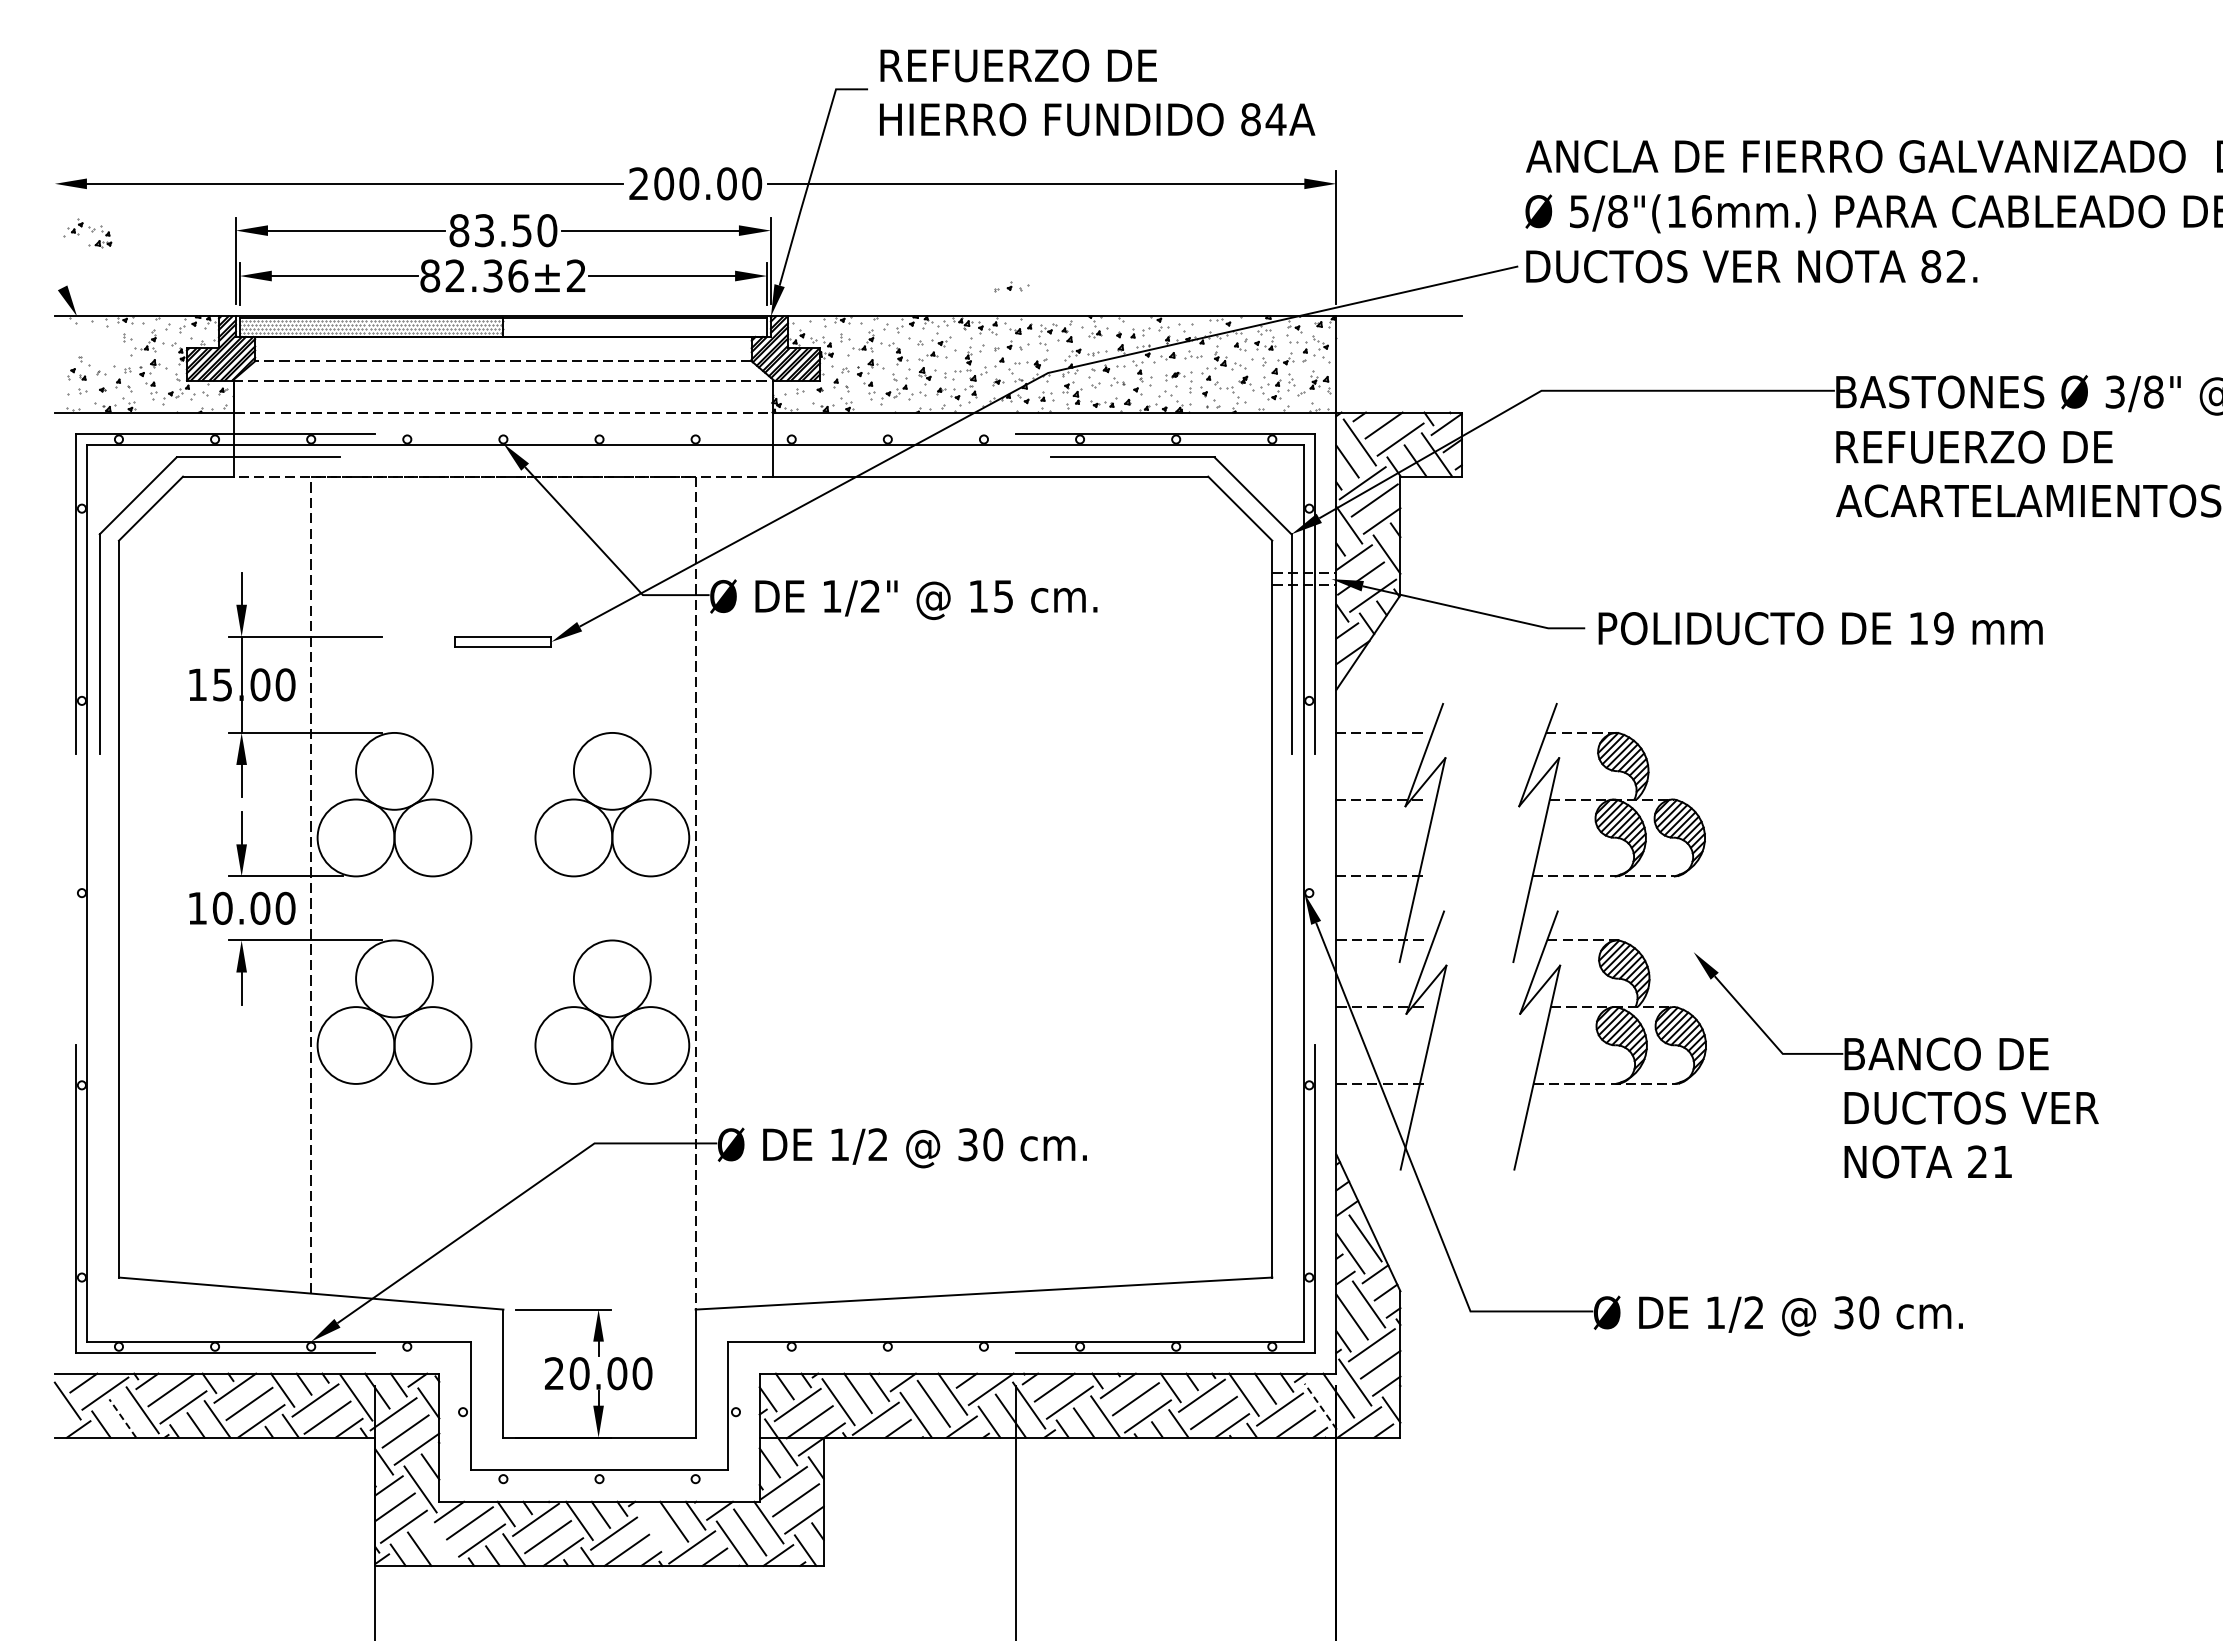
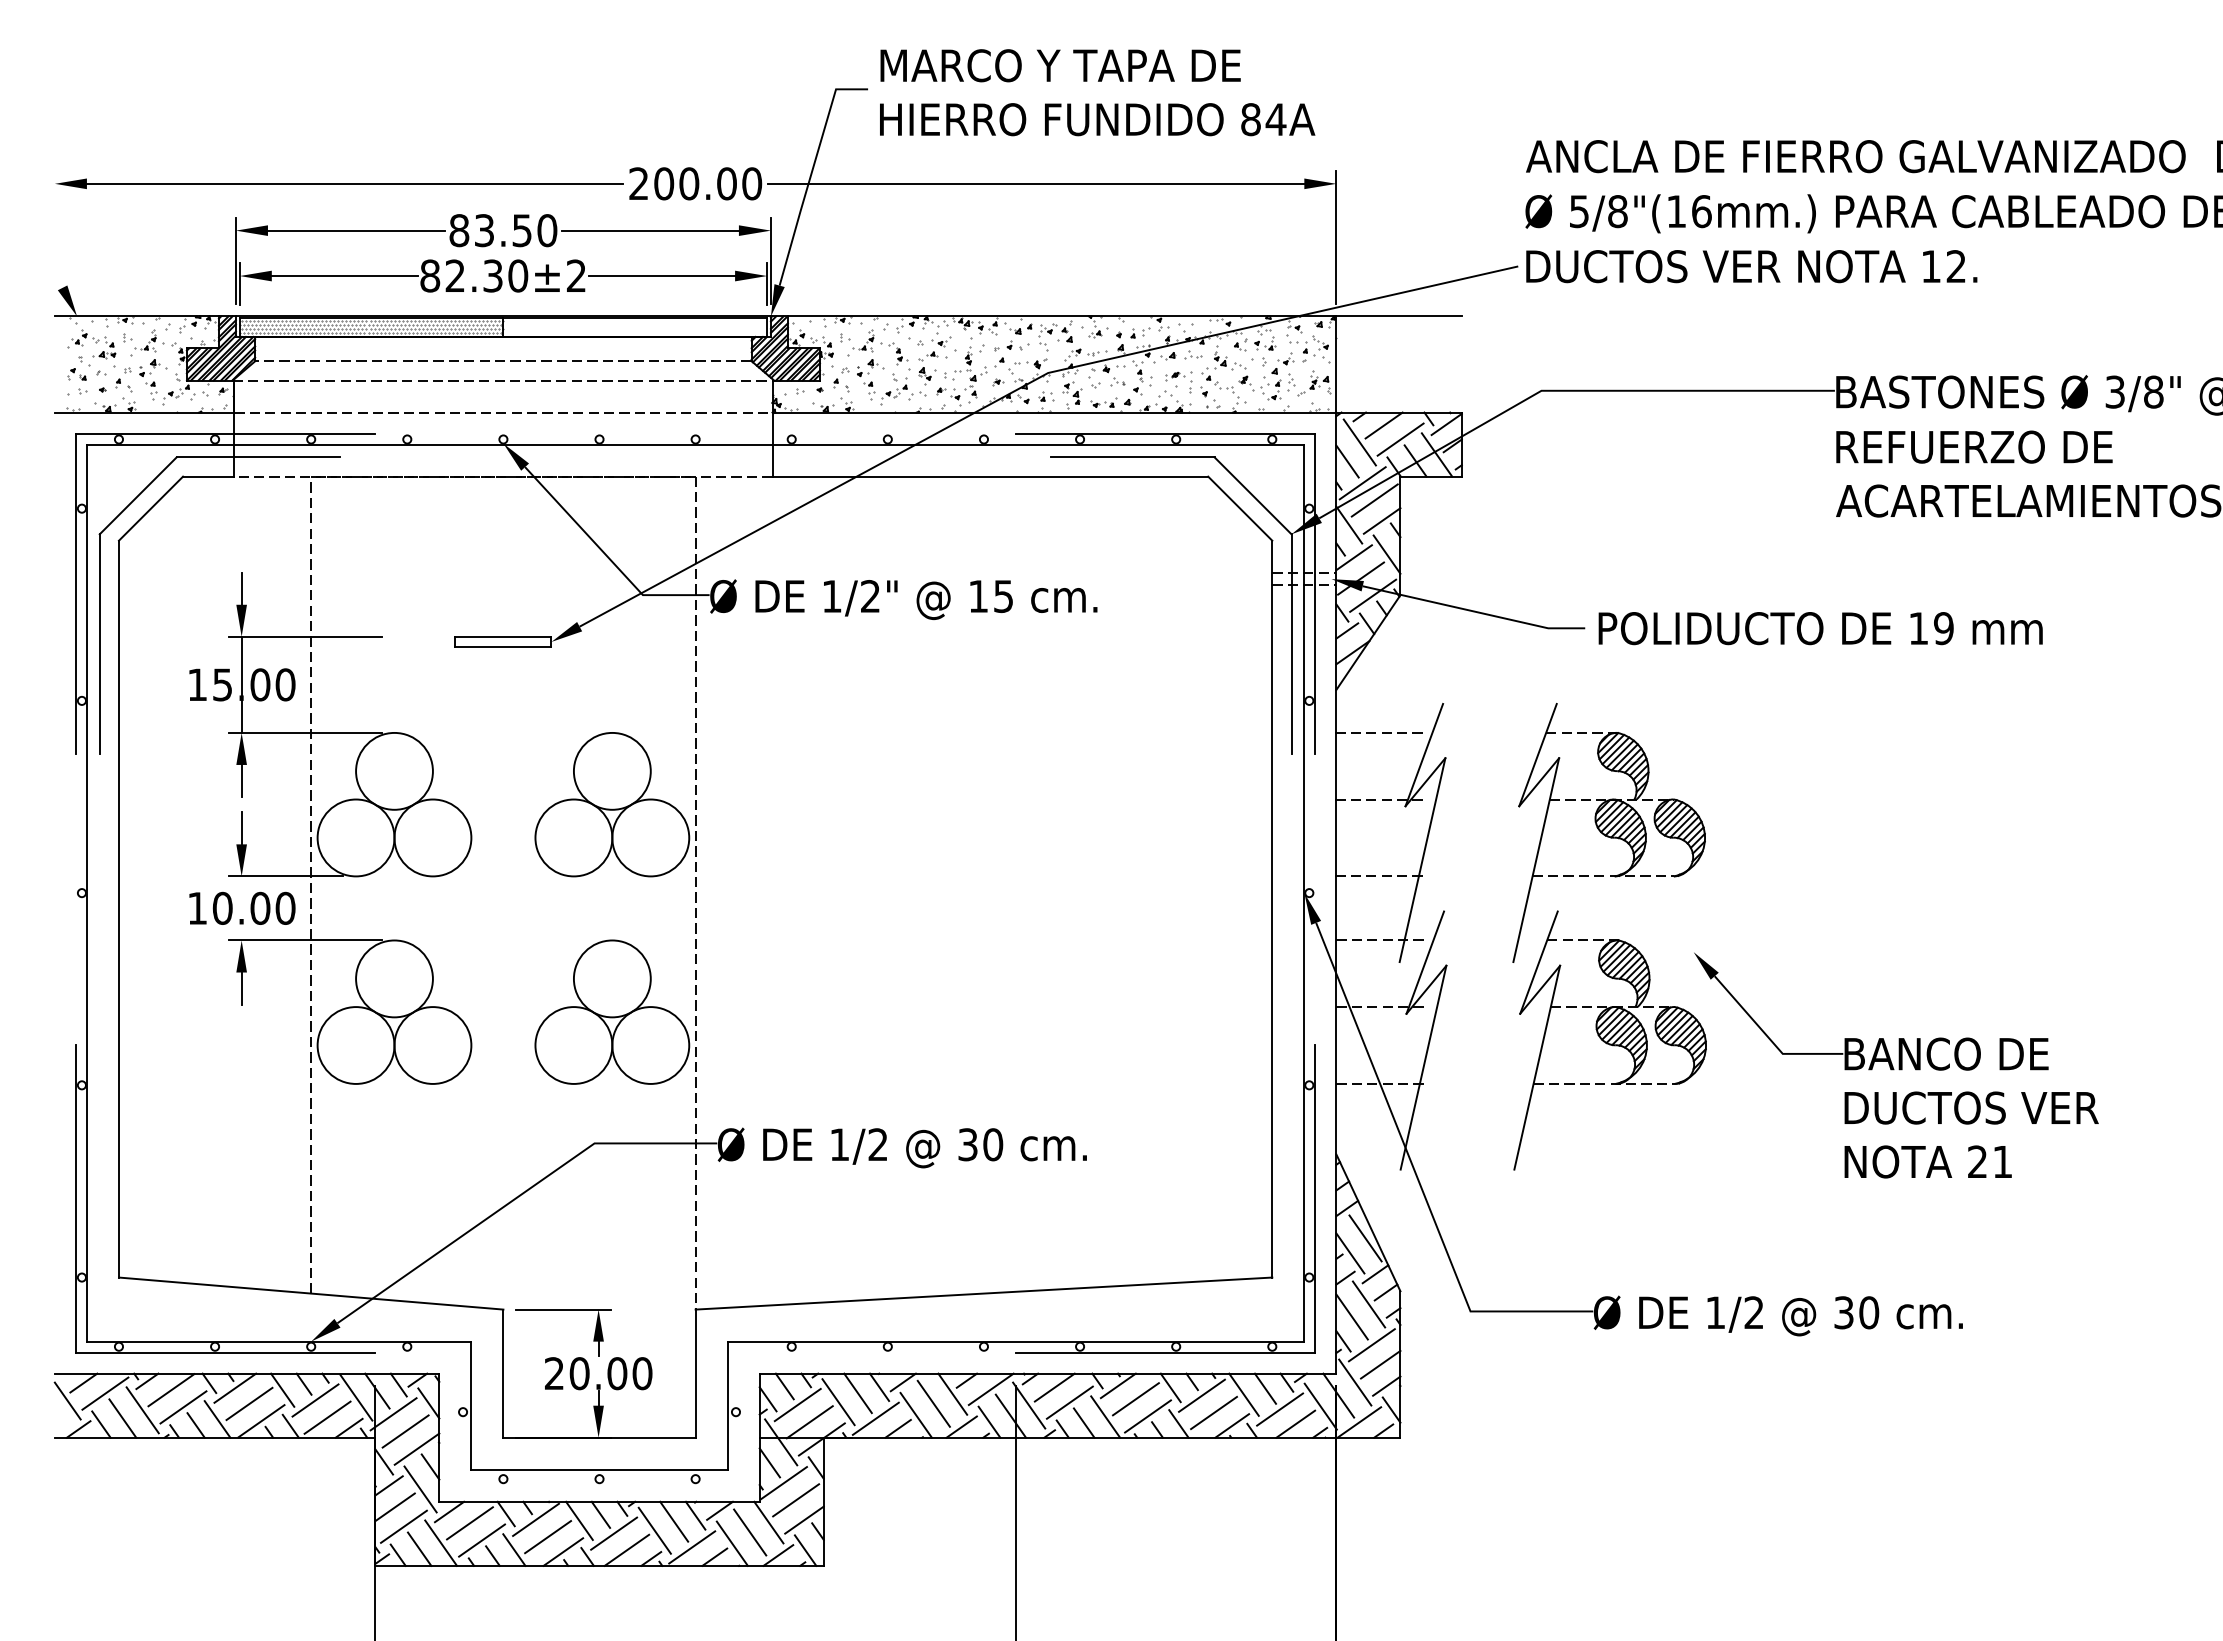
text at (1062, 65): REFUERZO DE -> MARCO Y TAPA DE
part at (87, 233) position: (87, 233) -> (91, 344)
text at (1931, 266): 82. -> 12.
text at (518, 275): 82.36±2 -> 82.30±2
part at (1011, 286): present -> none
line at (1320, 1406): dashed -> solid
line at (122, 1418): dashed -> solid
line at (654, 1530): none -> present
line at (441, 1542): none -> present
